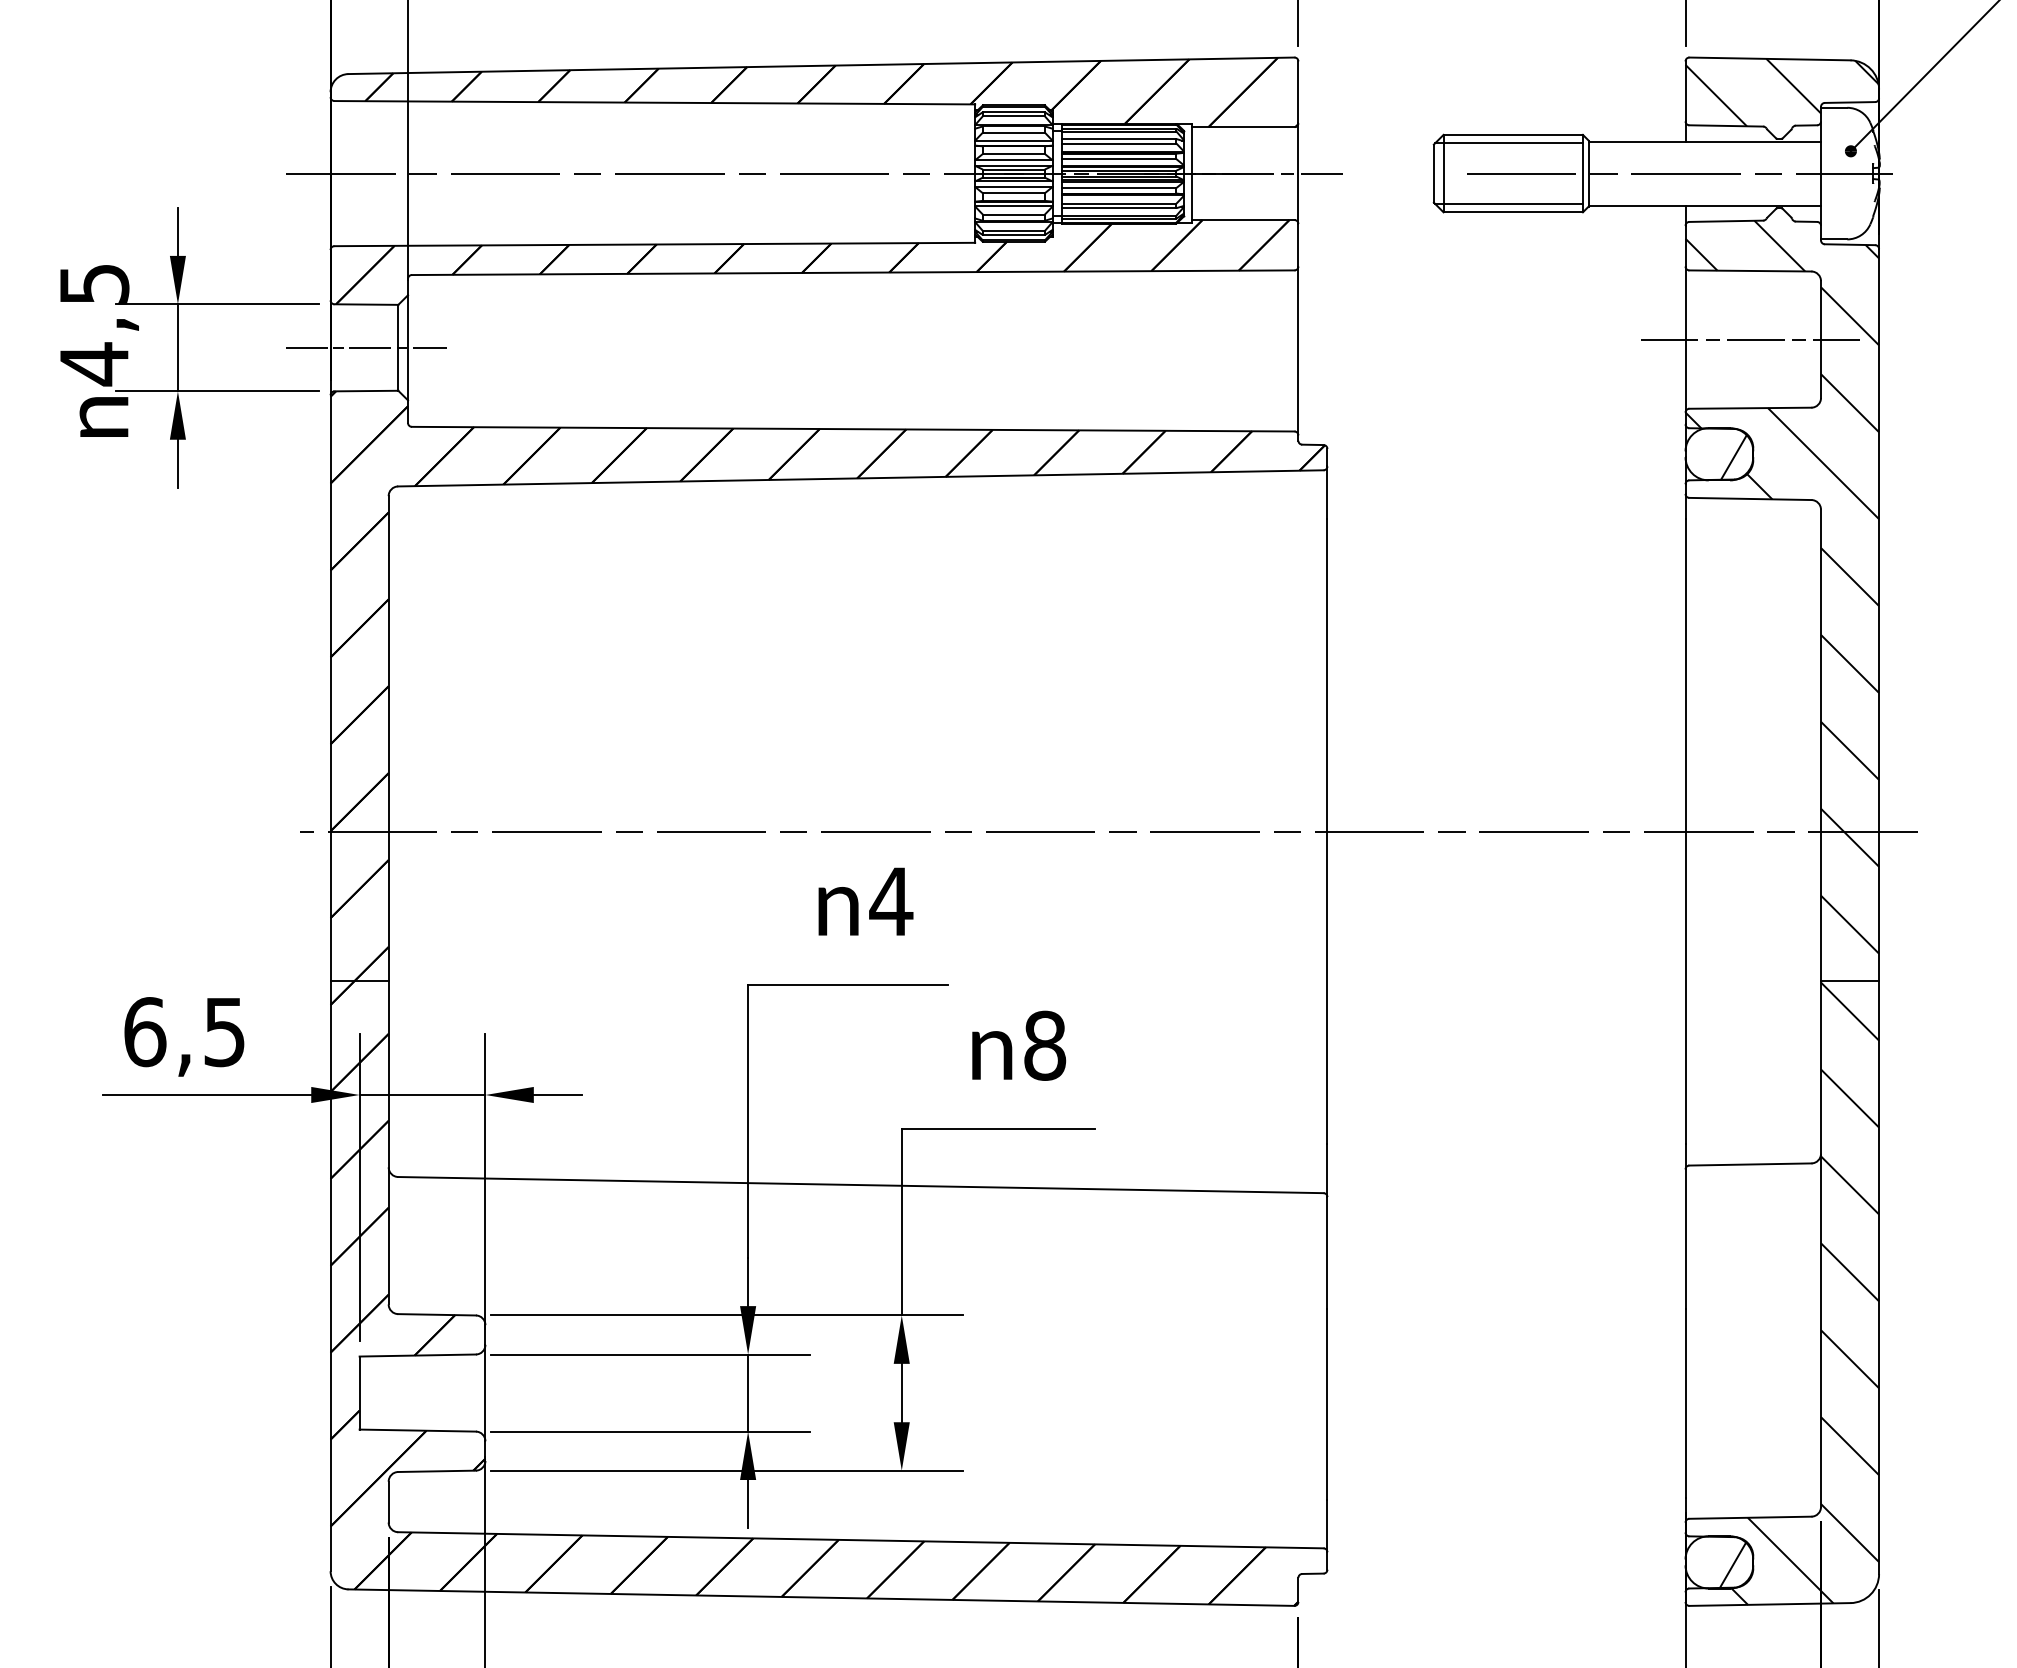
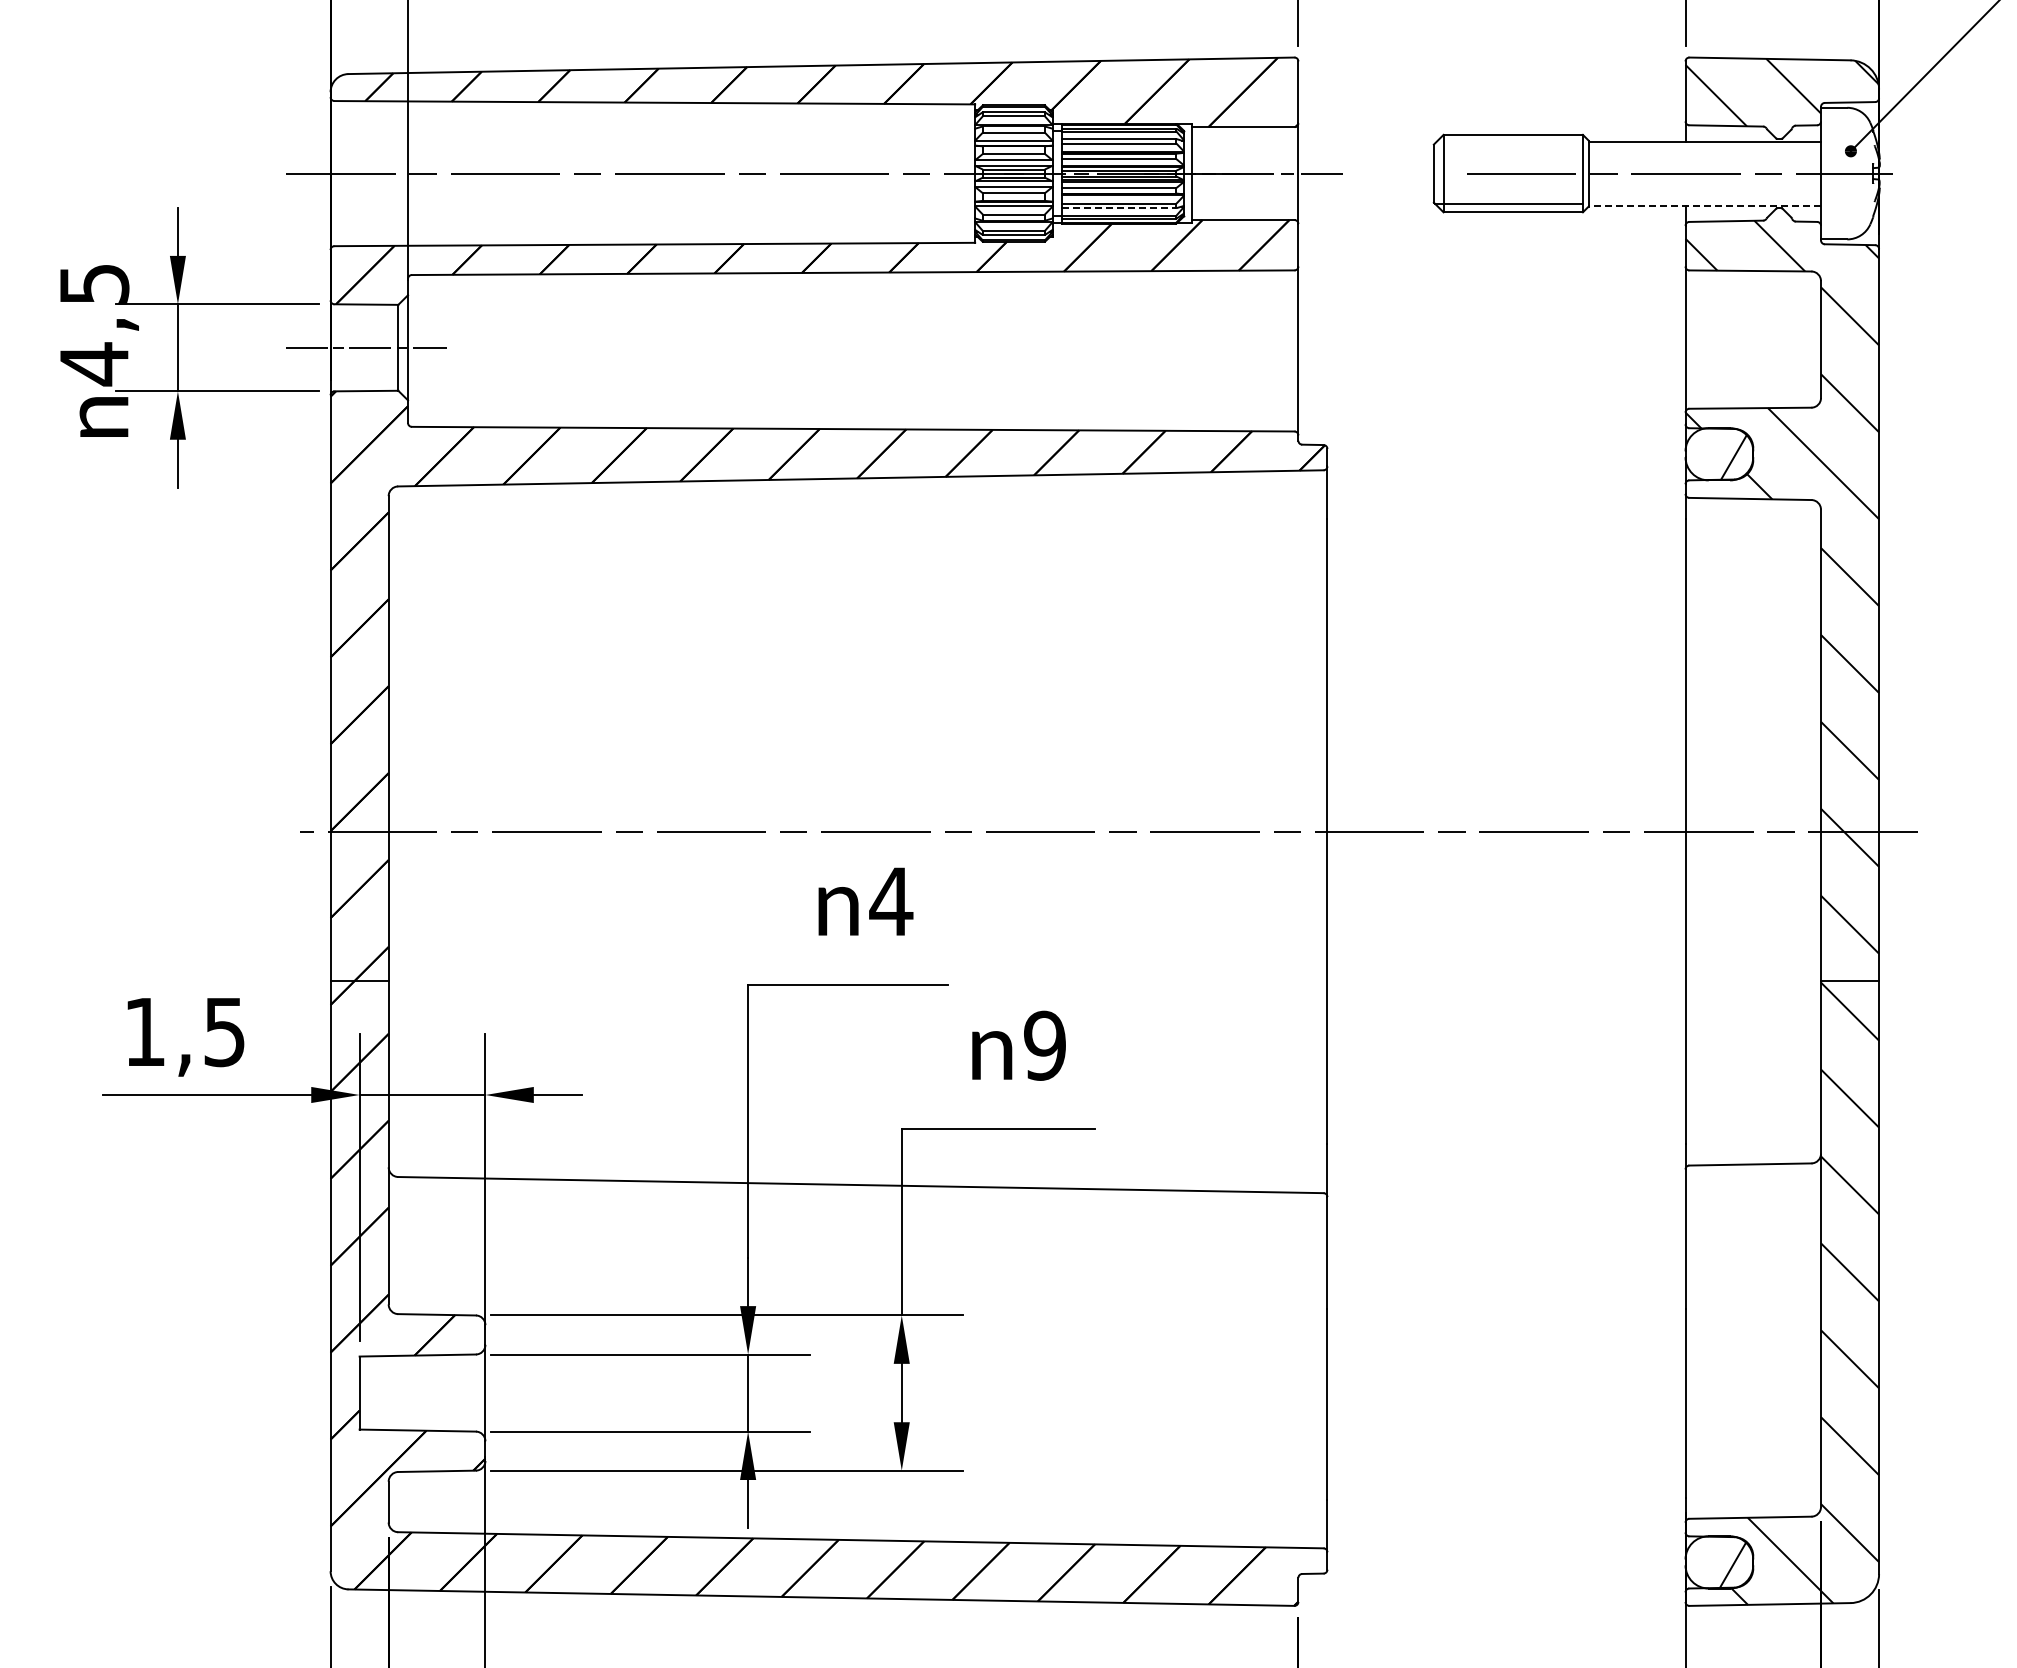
line at (1508, 142): present -> none
line at (1704, 205): solid -> dashed
line at (1119, 208): solid -> dashed
line at (1749, 339): present -> none
text at (145, 1032): 6,5 -> 1,5
text at (1045, 1045): 8 -> 9
